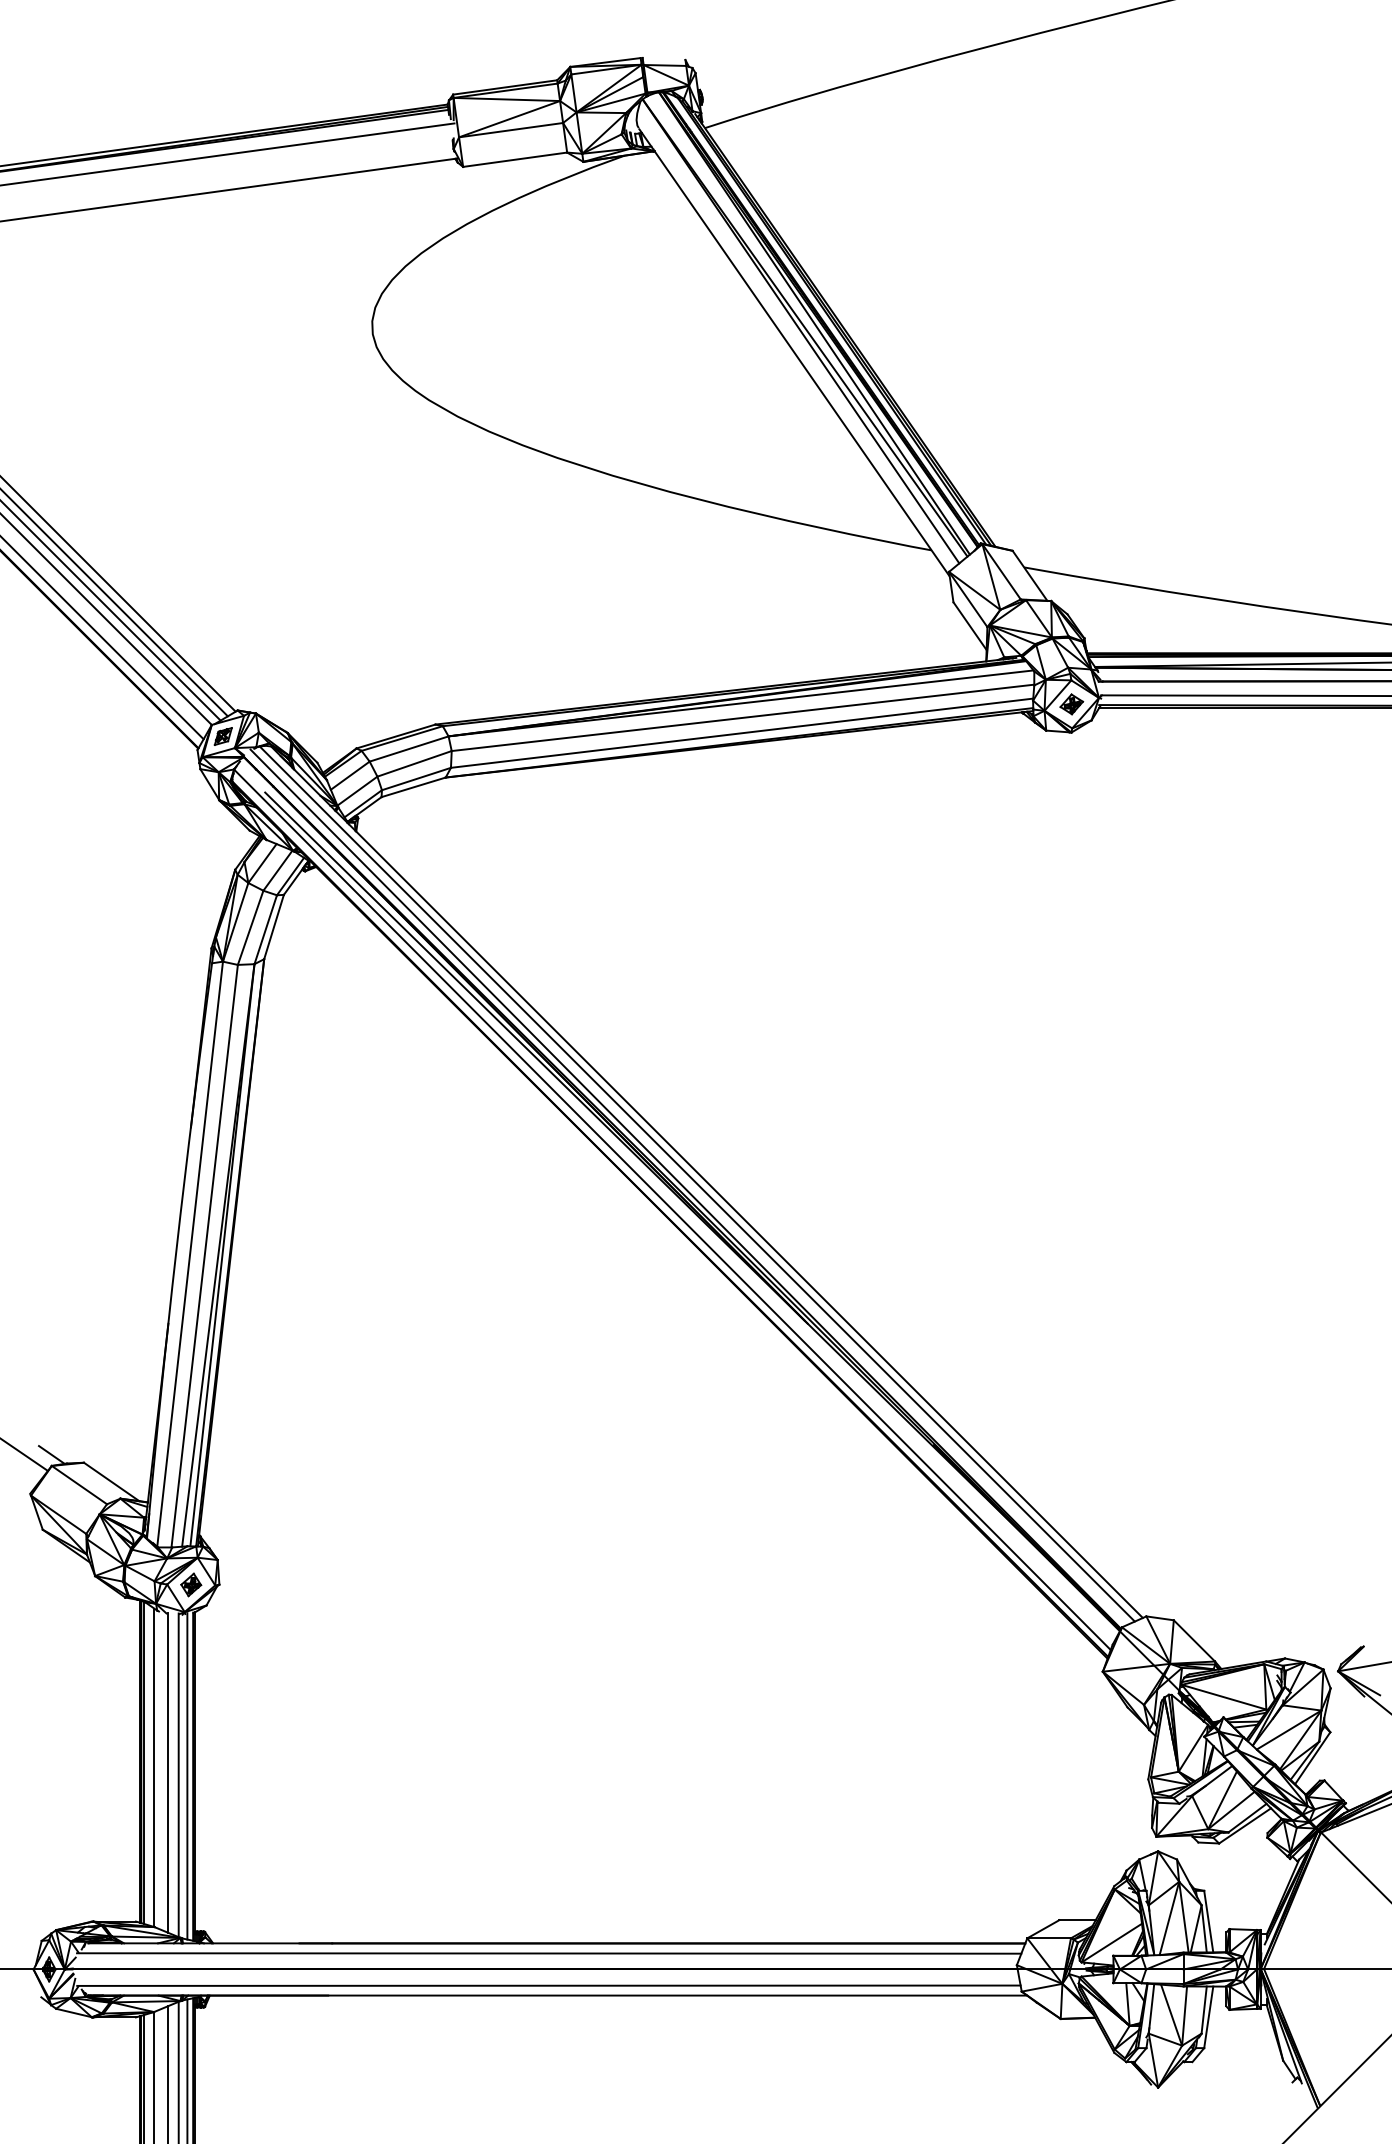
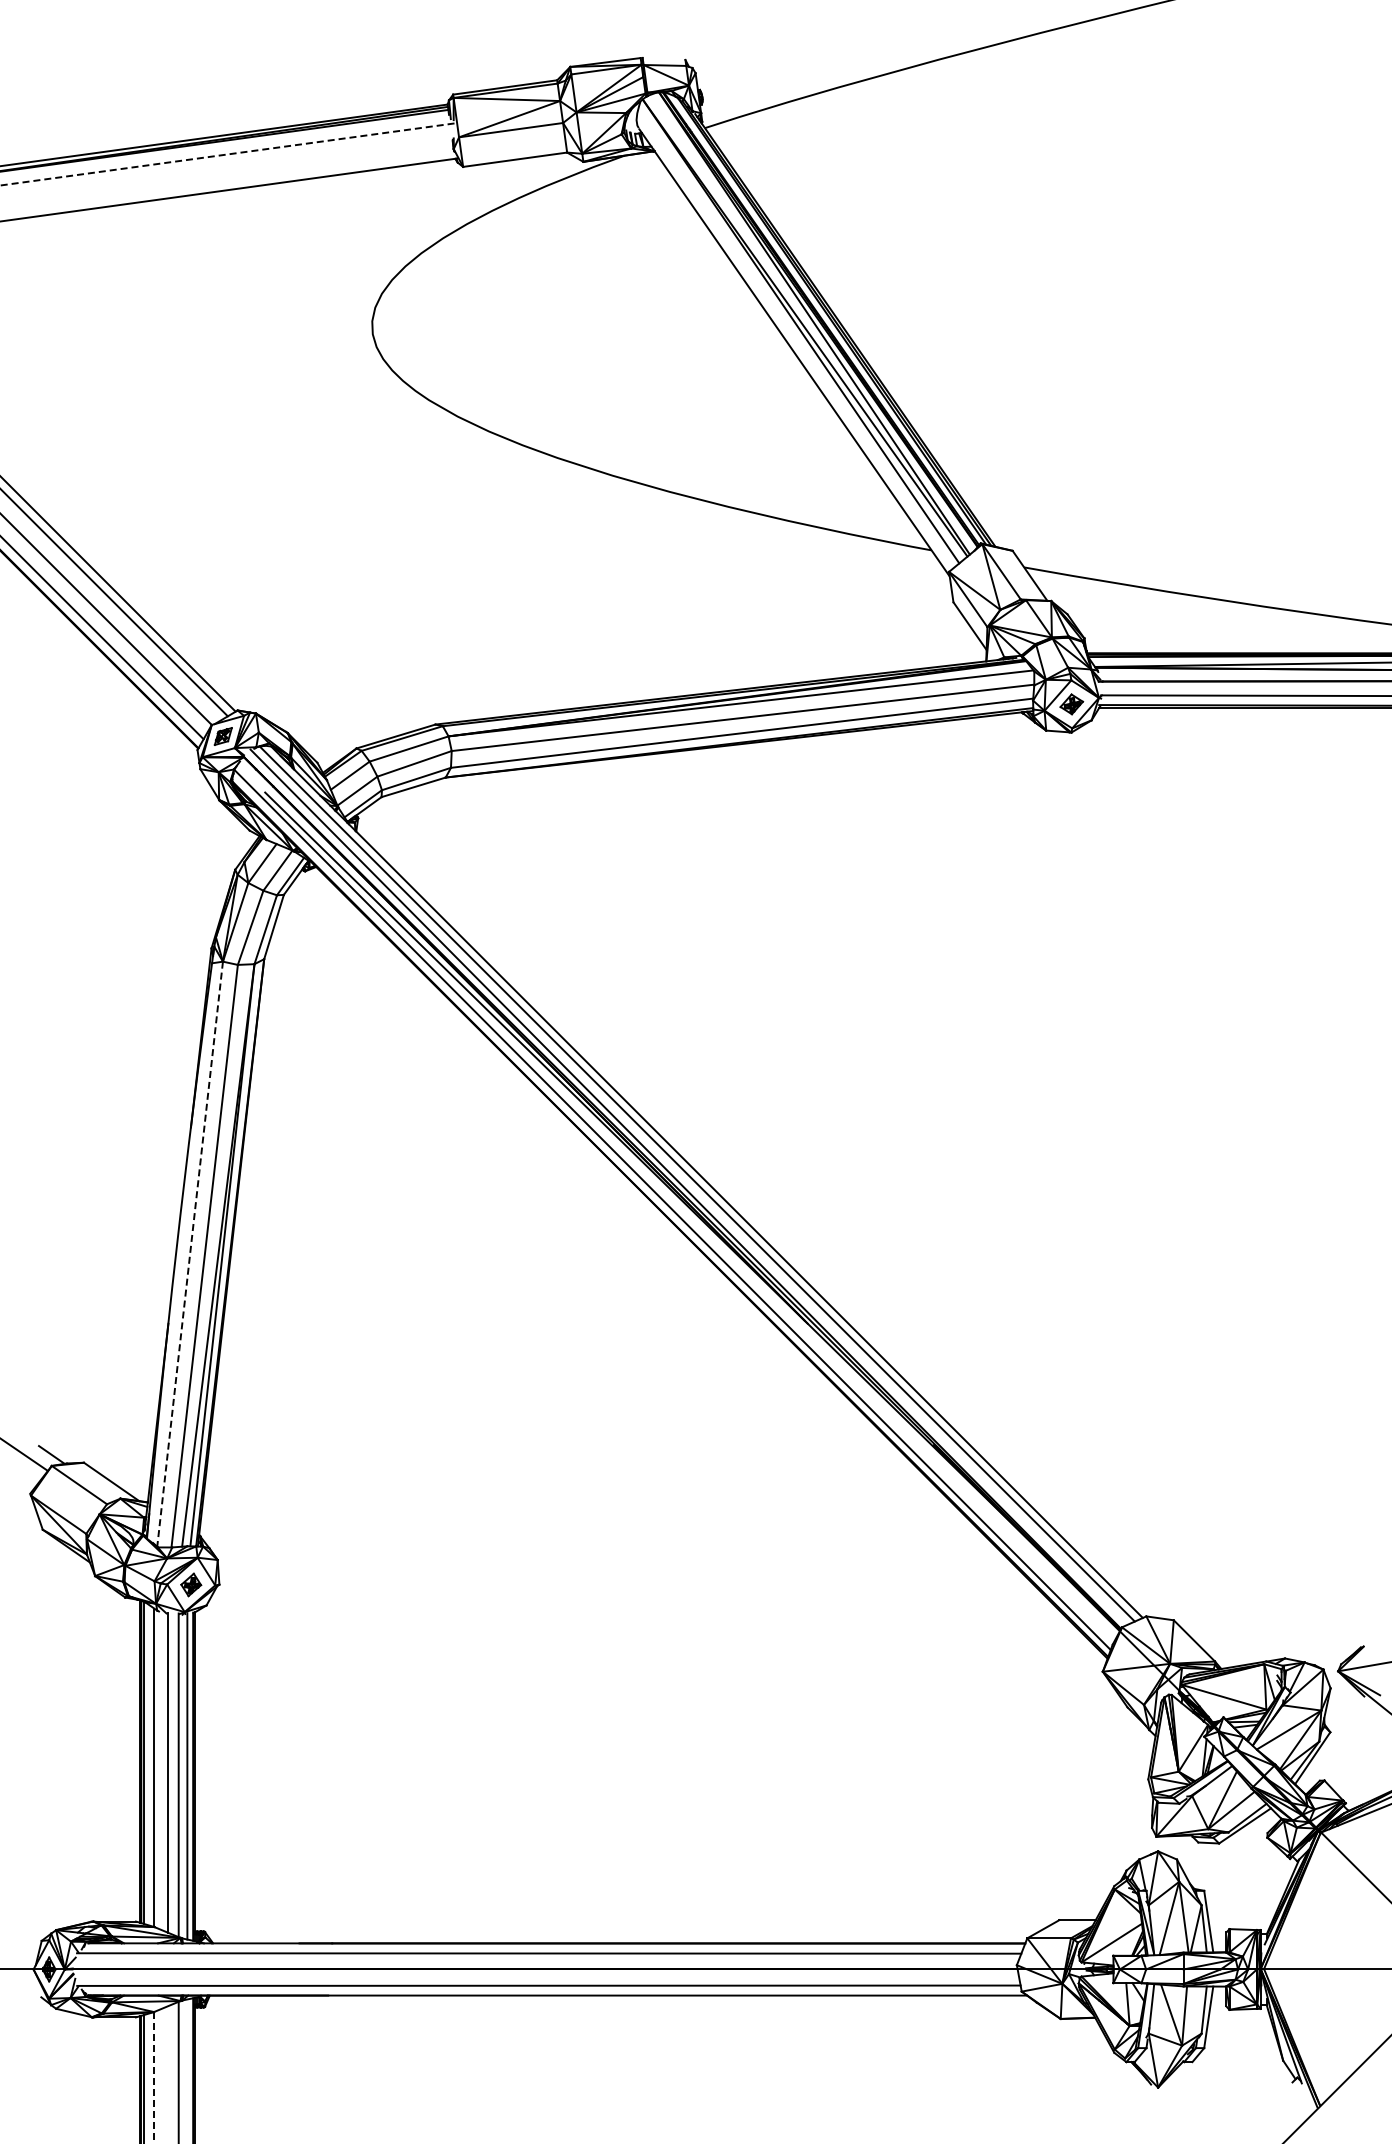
line at (226, 154): solid -> dashed
line at (111, 611): present -> none
line at (190, 1254): solid -> dashed
line at (187, 2069): present -> none
line at (168, 2073): present -> none
line at (154, 2077): solid -> dashed
